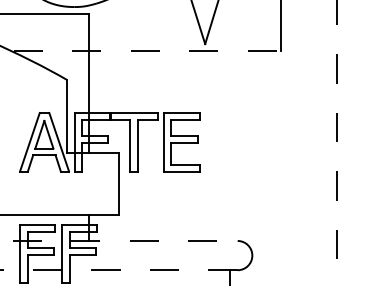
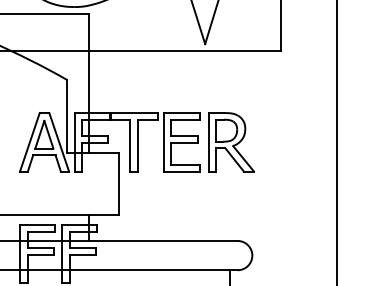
line at (140, 51): dashed -> solid
part at (231, 142): none -> present
line at (337, 143): dashed -> solid
line at (119, 240): dashed -> solid
line at (118, 270): dashed -> solid
